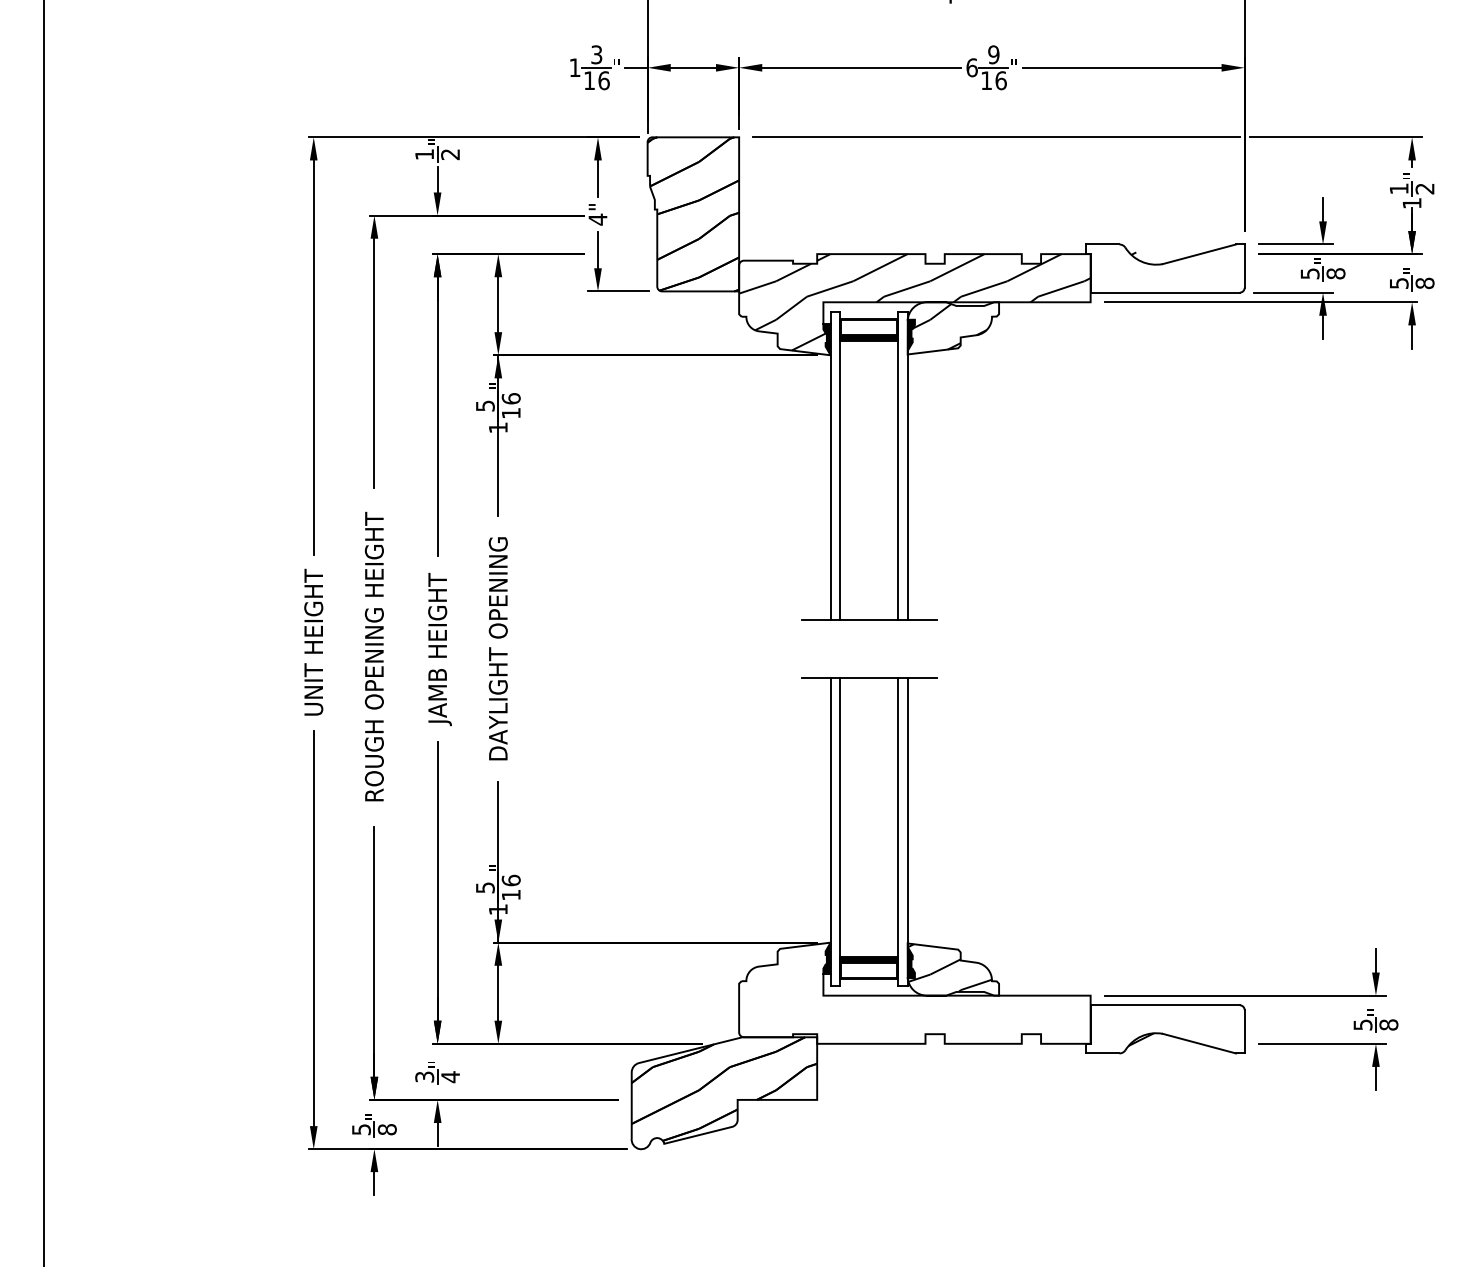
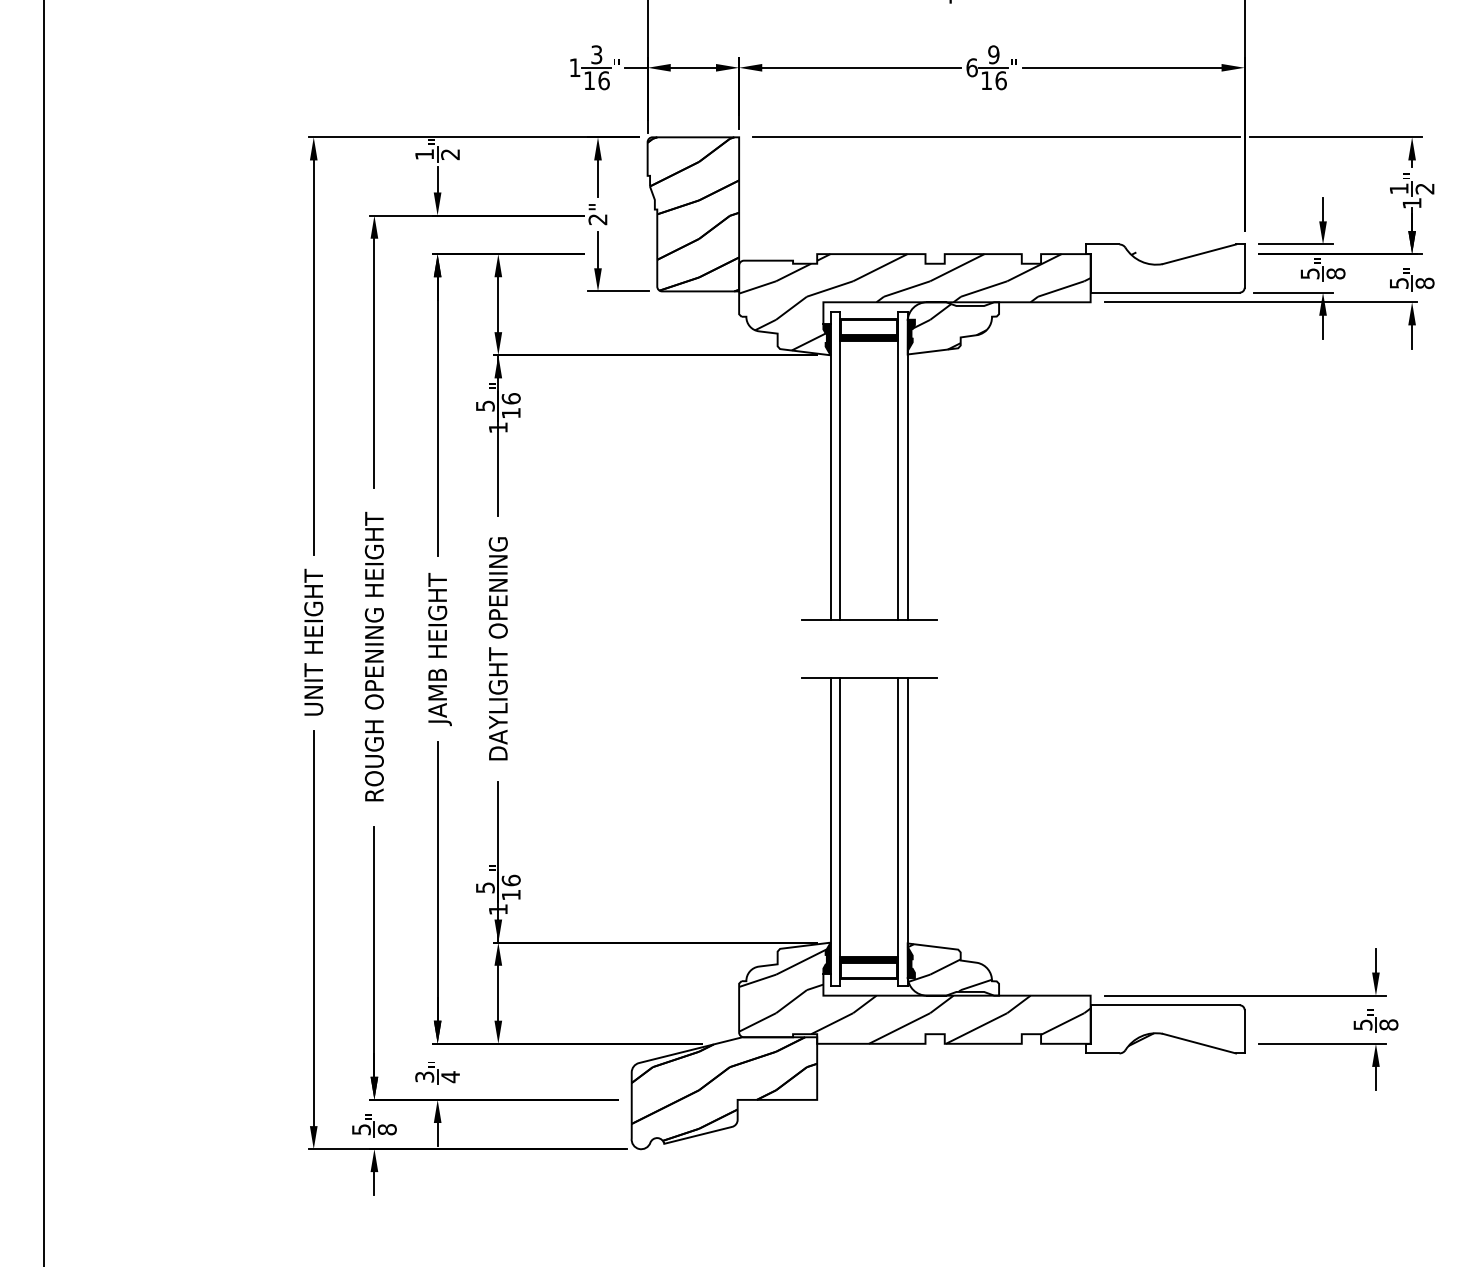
text at (597, 219): 4" -> 2"
hatch at (914, 996): none -> present
